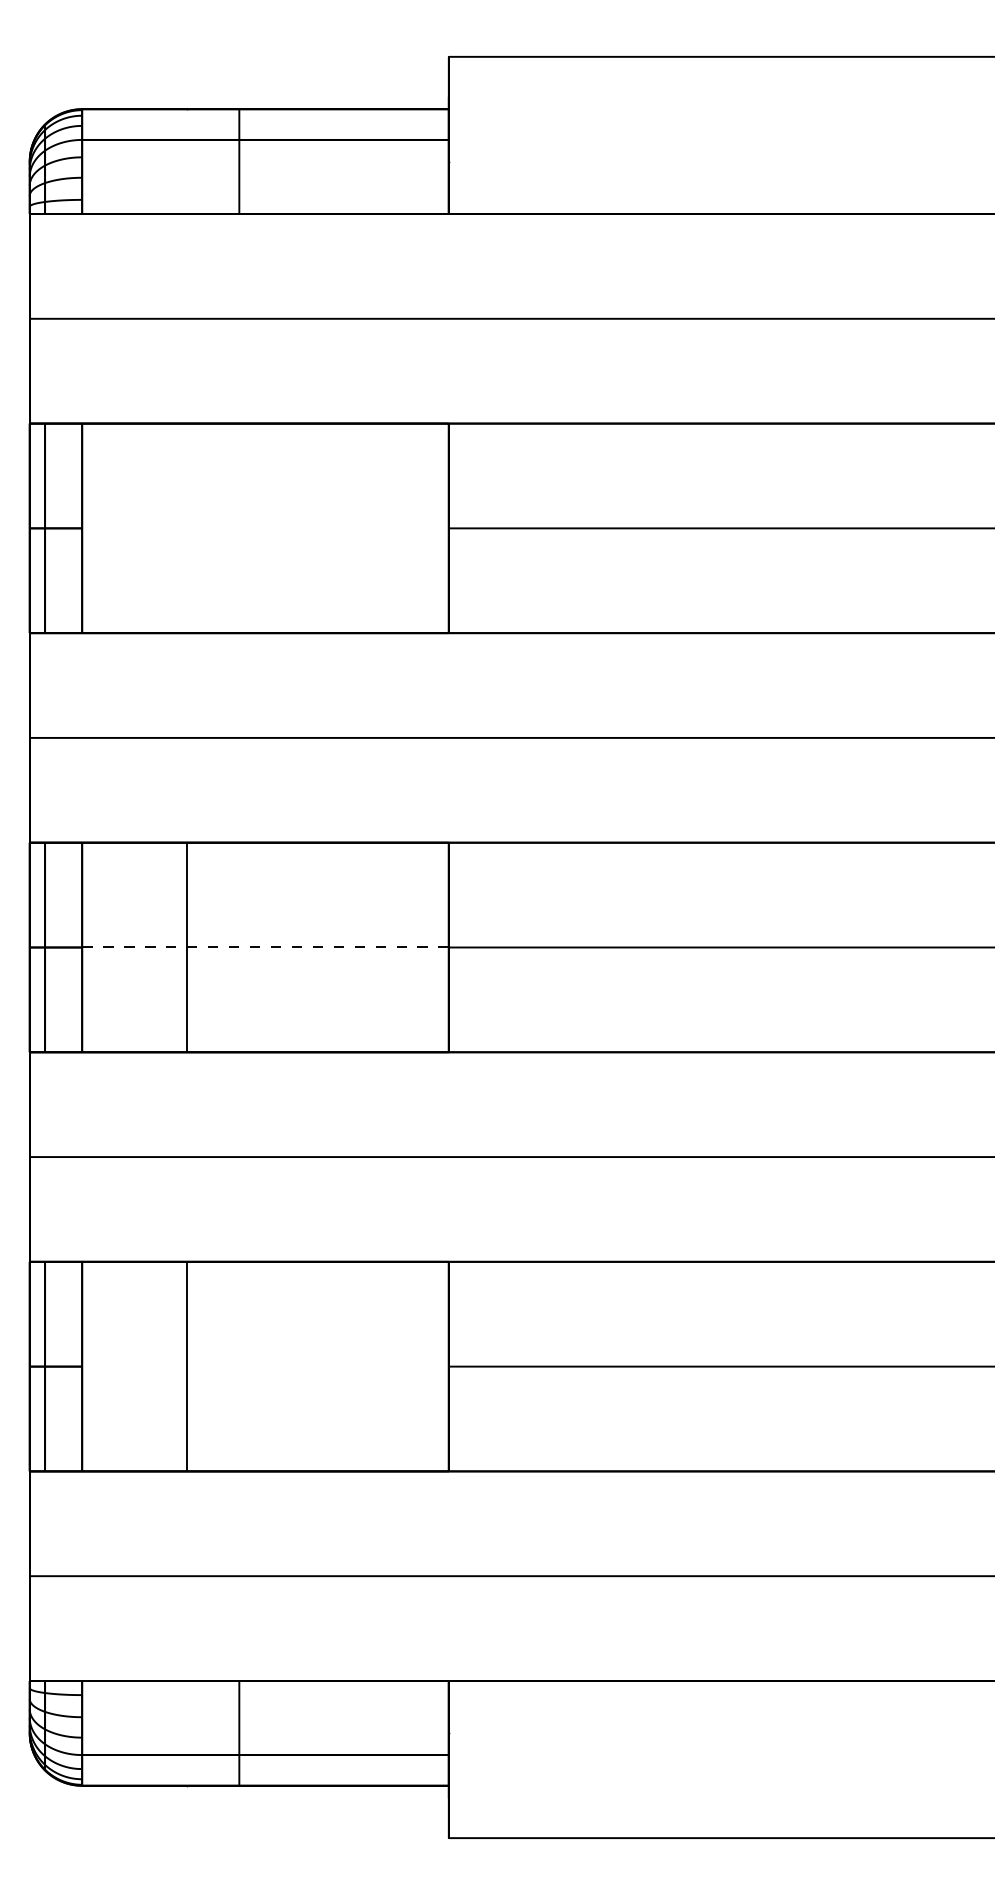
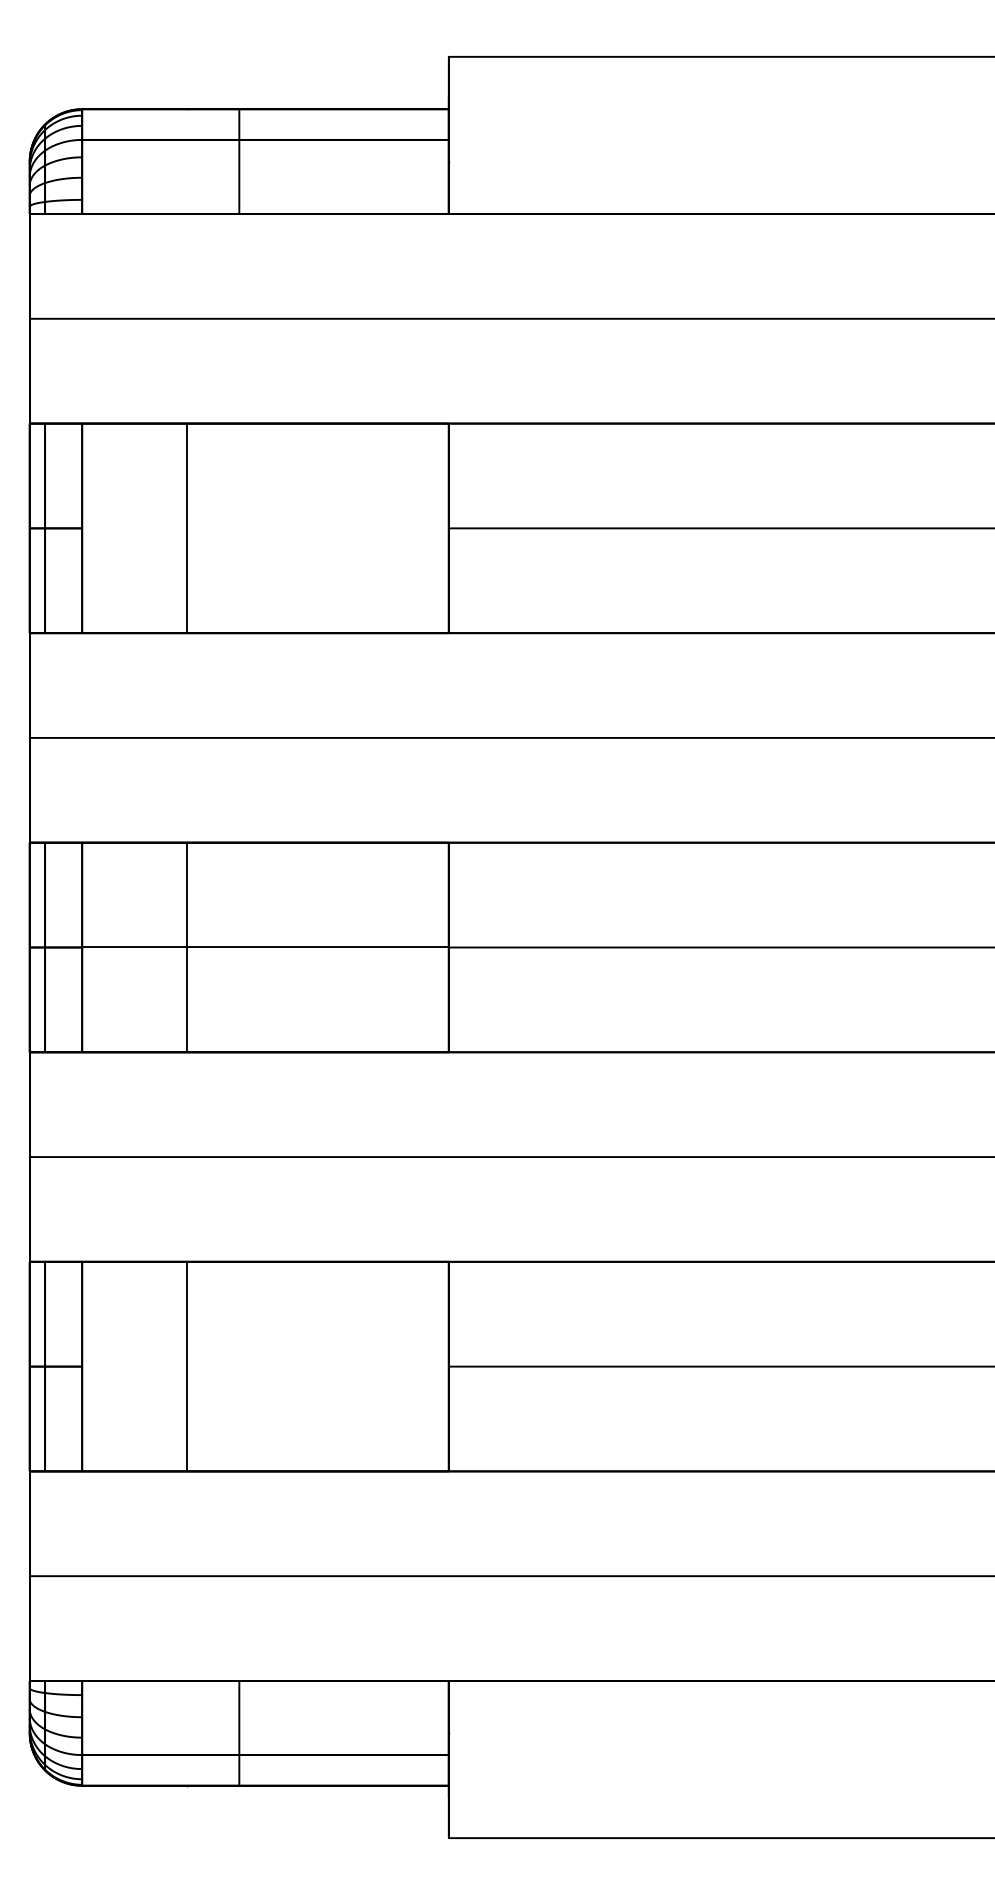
line at (186, 528): none -> present
line at (266, 947): dashed -> solid
